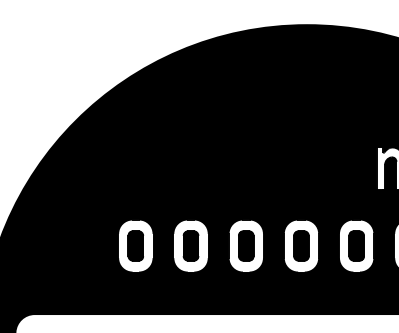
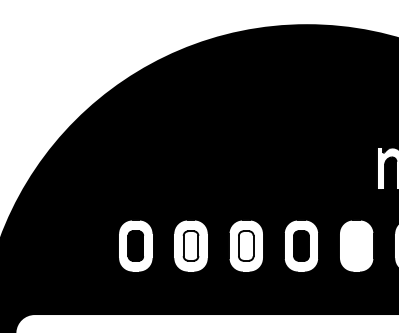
hatch at (190, 245): present -> none
hatch at (245, 245): present -> none
part at (356, 245): present -> none
